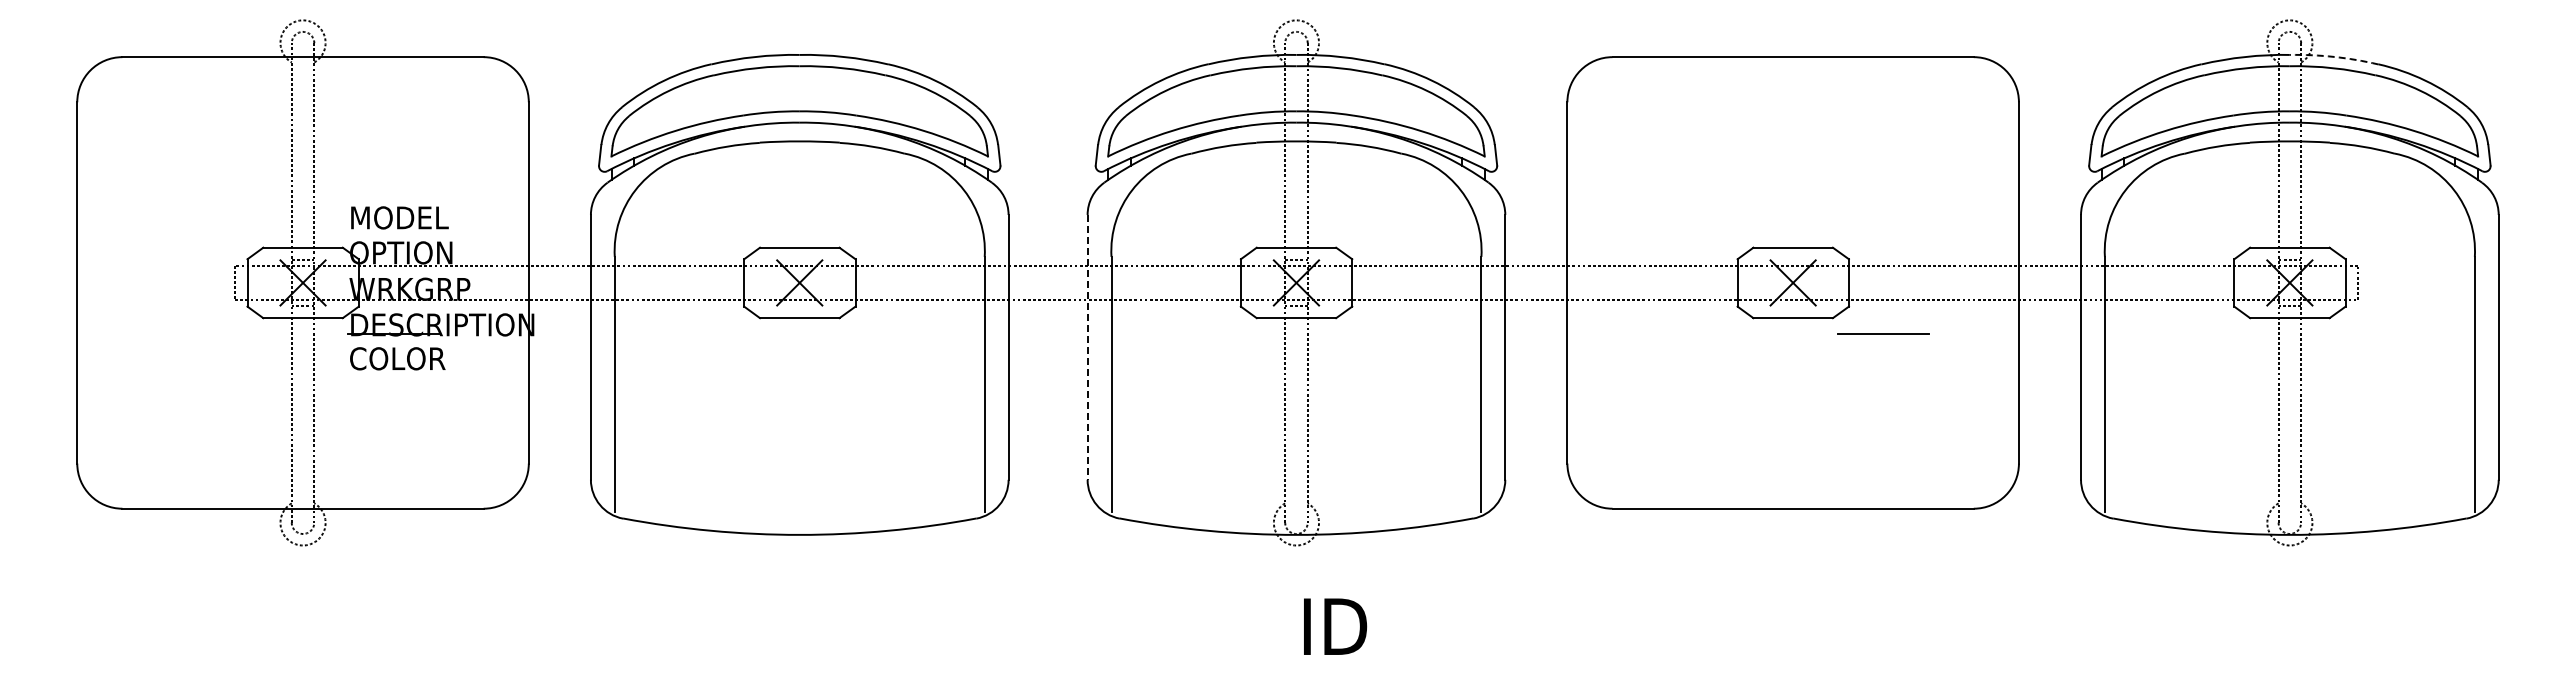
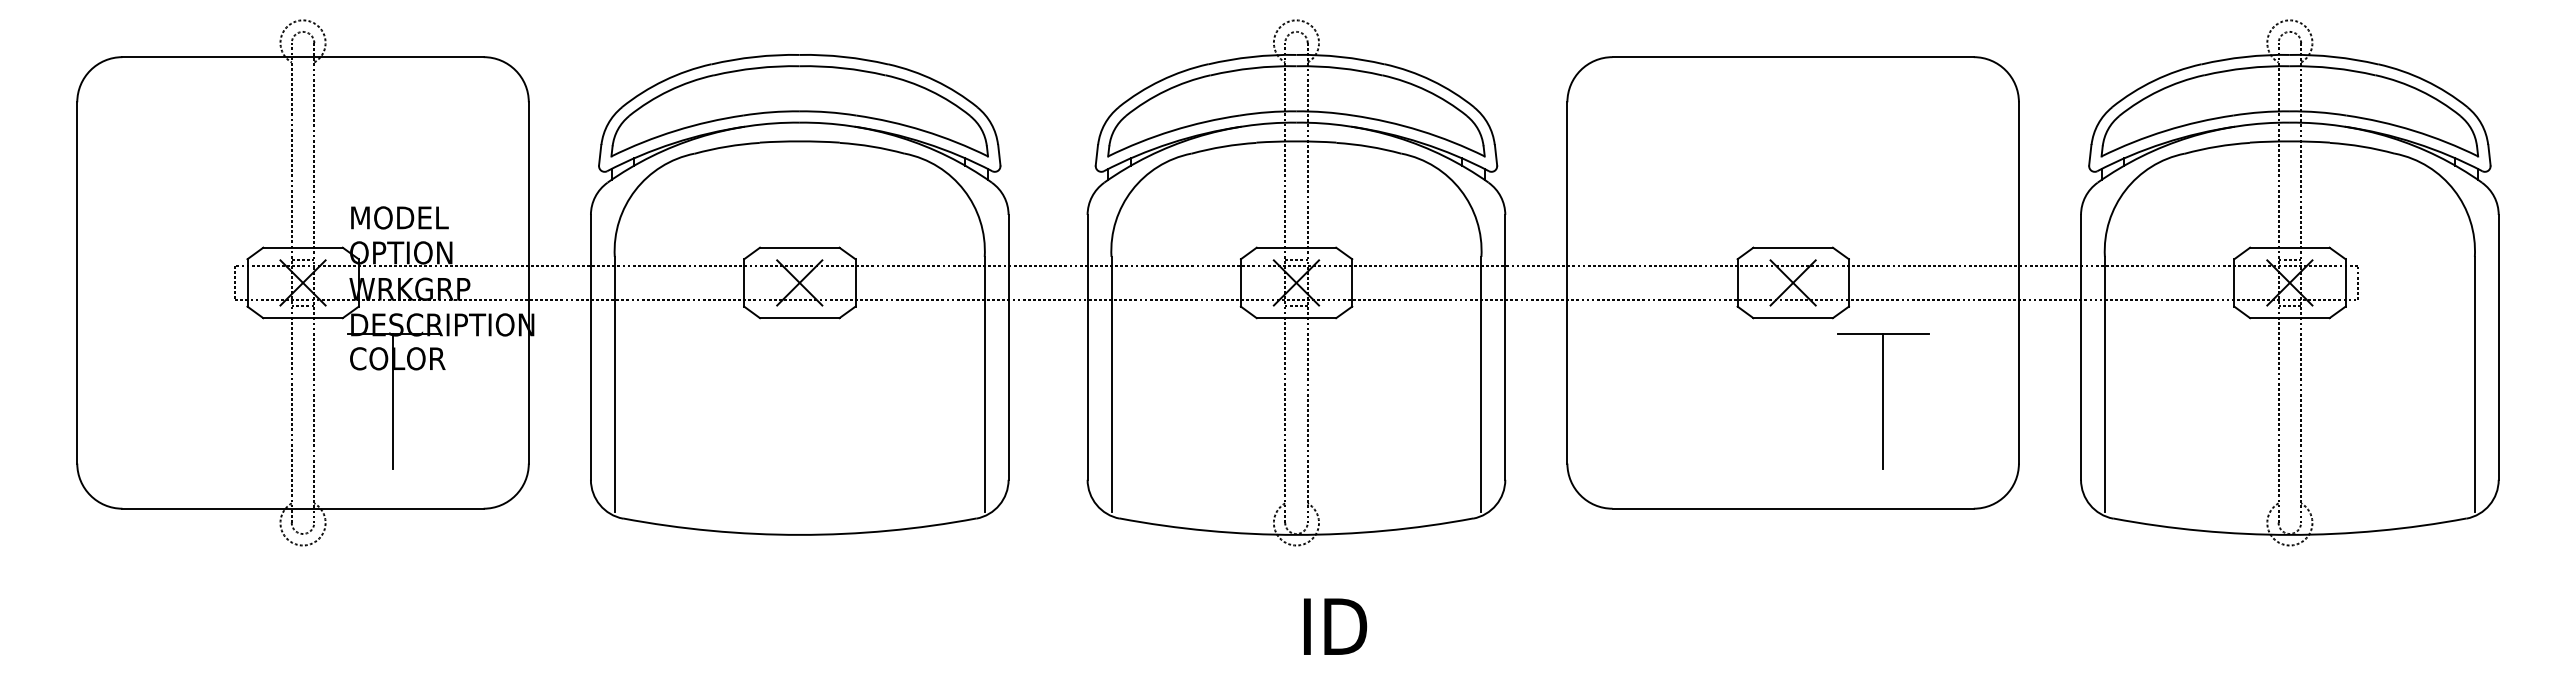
arc at (2334, 56): dashed -> solid
line at (1087, 347): dashed -> solid
line at (393, 401): none -> present
line at (1883, 401): none -> present
